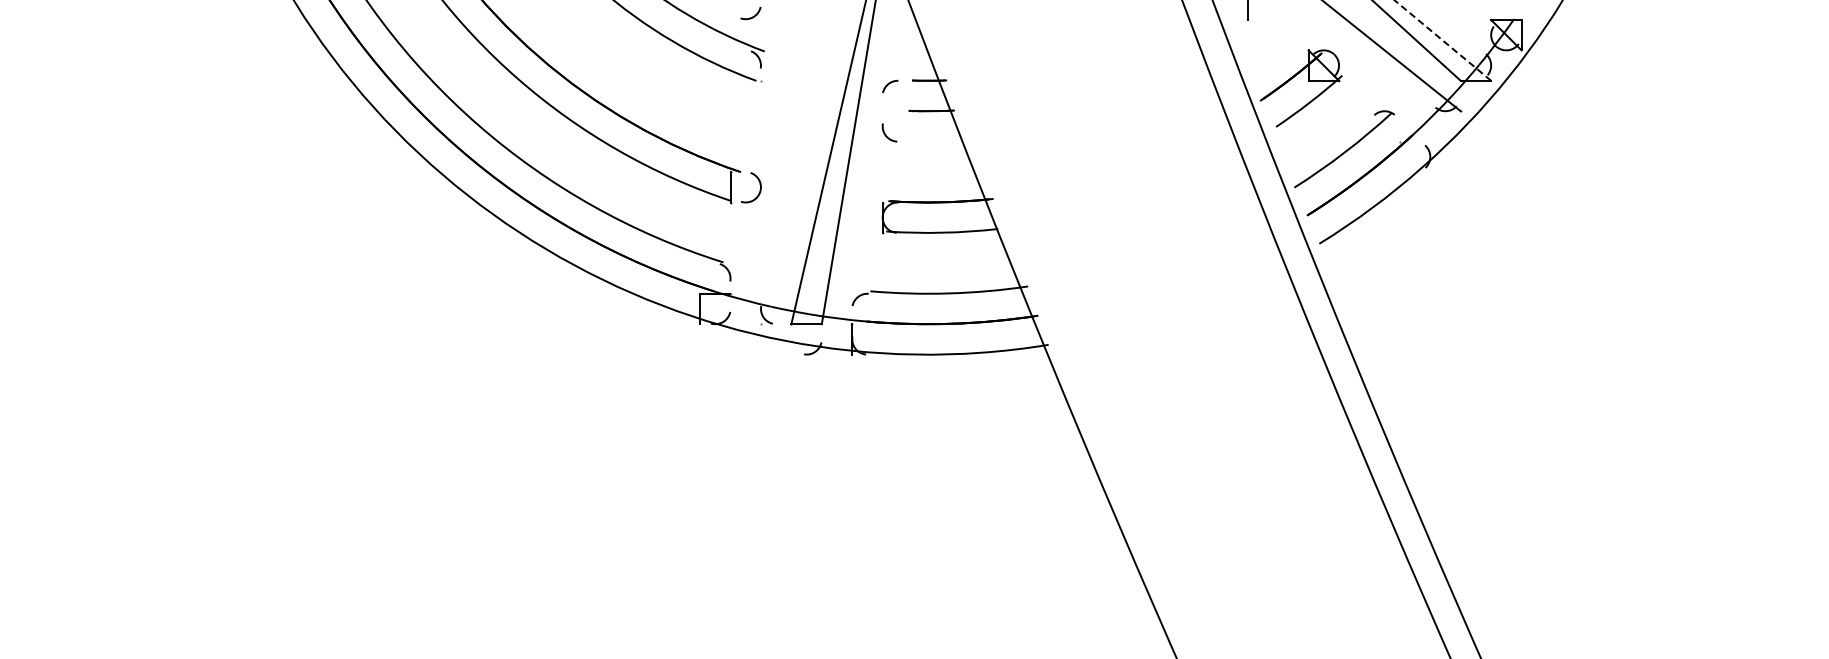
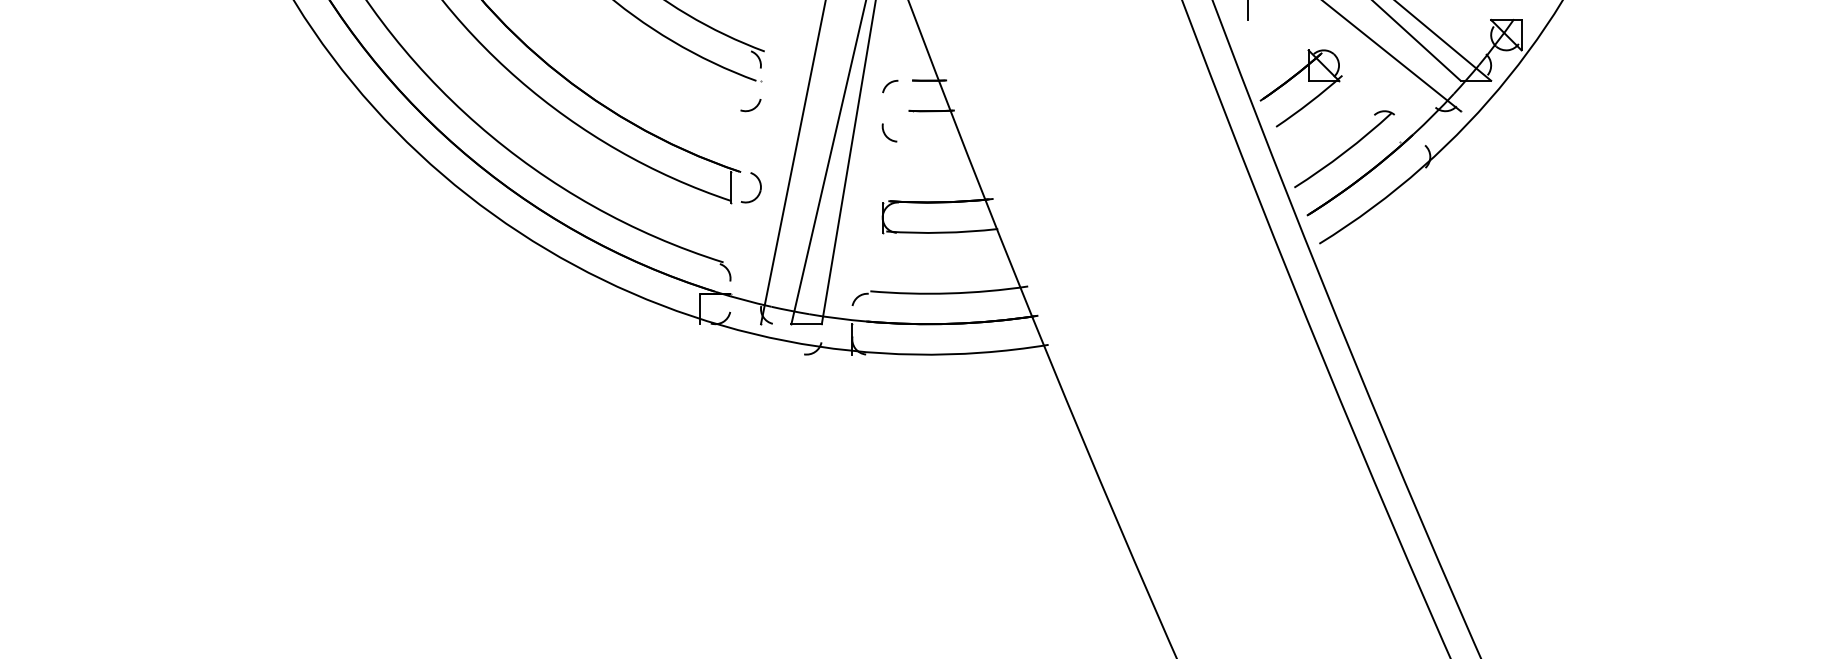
curve at (752, 16) position: (752, 16) -> (752, 108)
line at (1442, 40): dashed -> solid
line at (792, 163): none -> present
